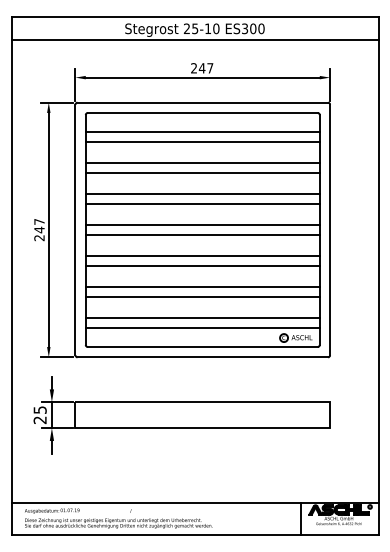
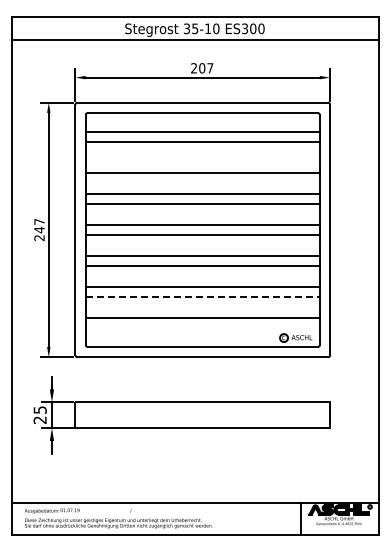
text at (186, 29): 25-10 -> 35-10
text at (201, 68): 247 -> 207
line at (202, 162): present -> none
line at (203, 297): solid -> dashed
line at (202, 327): present -> none
